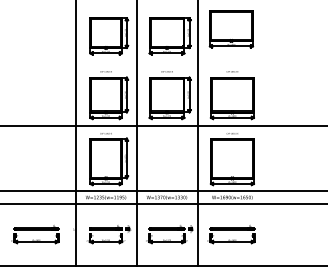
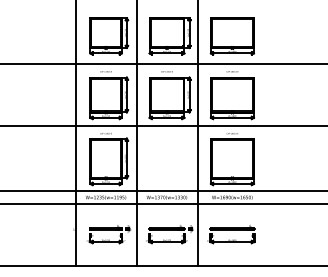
part at (231, 29) position: (231, 29) -> (232, 36)
line at (163, 64): none -> present
part at (35, 234): present -> none
